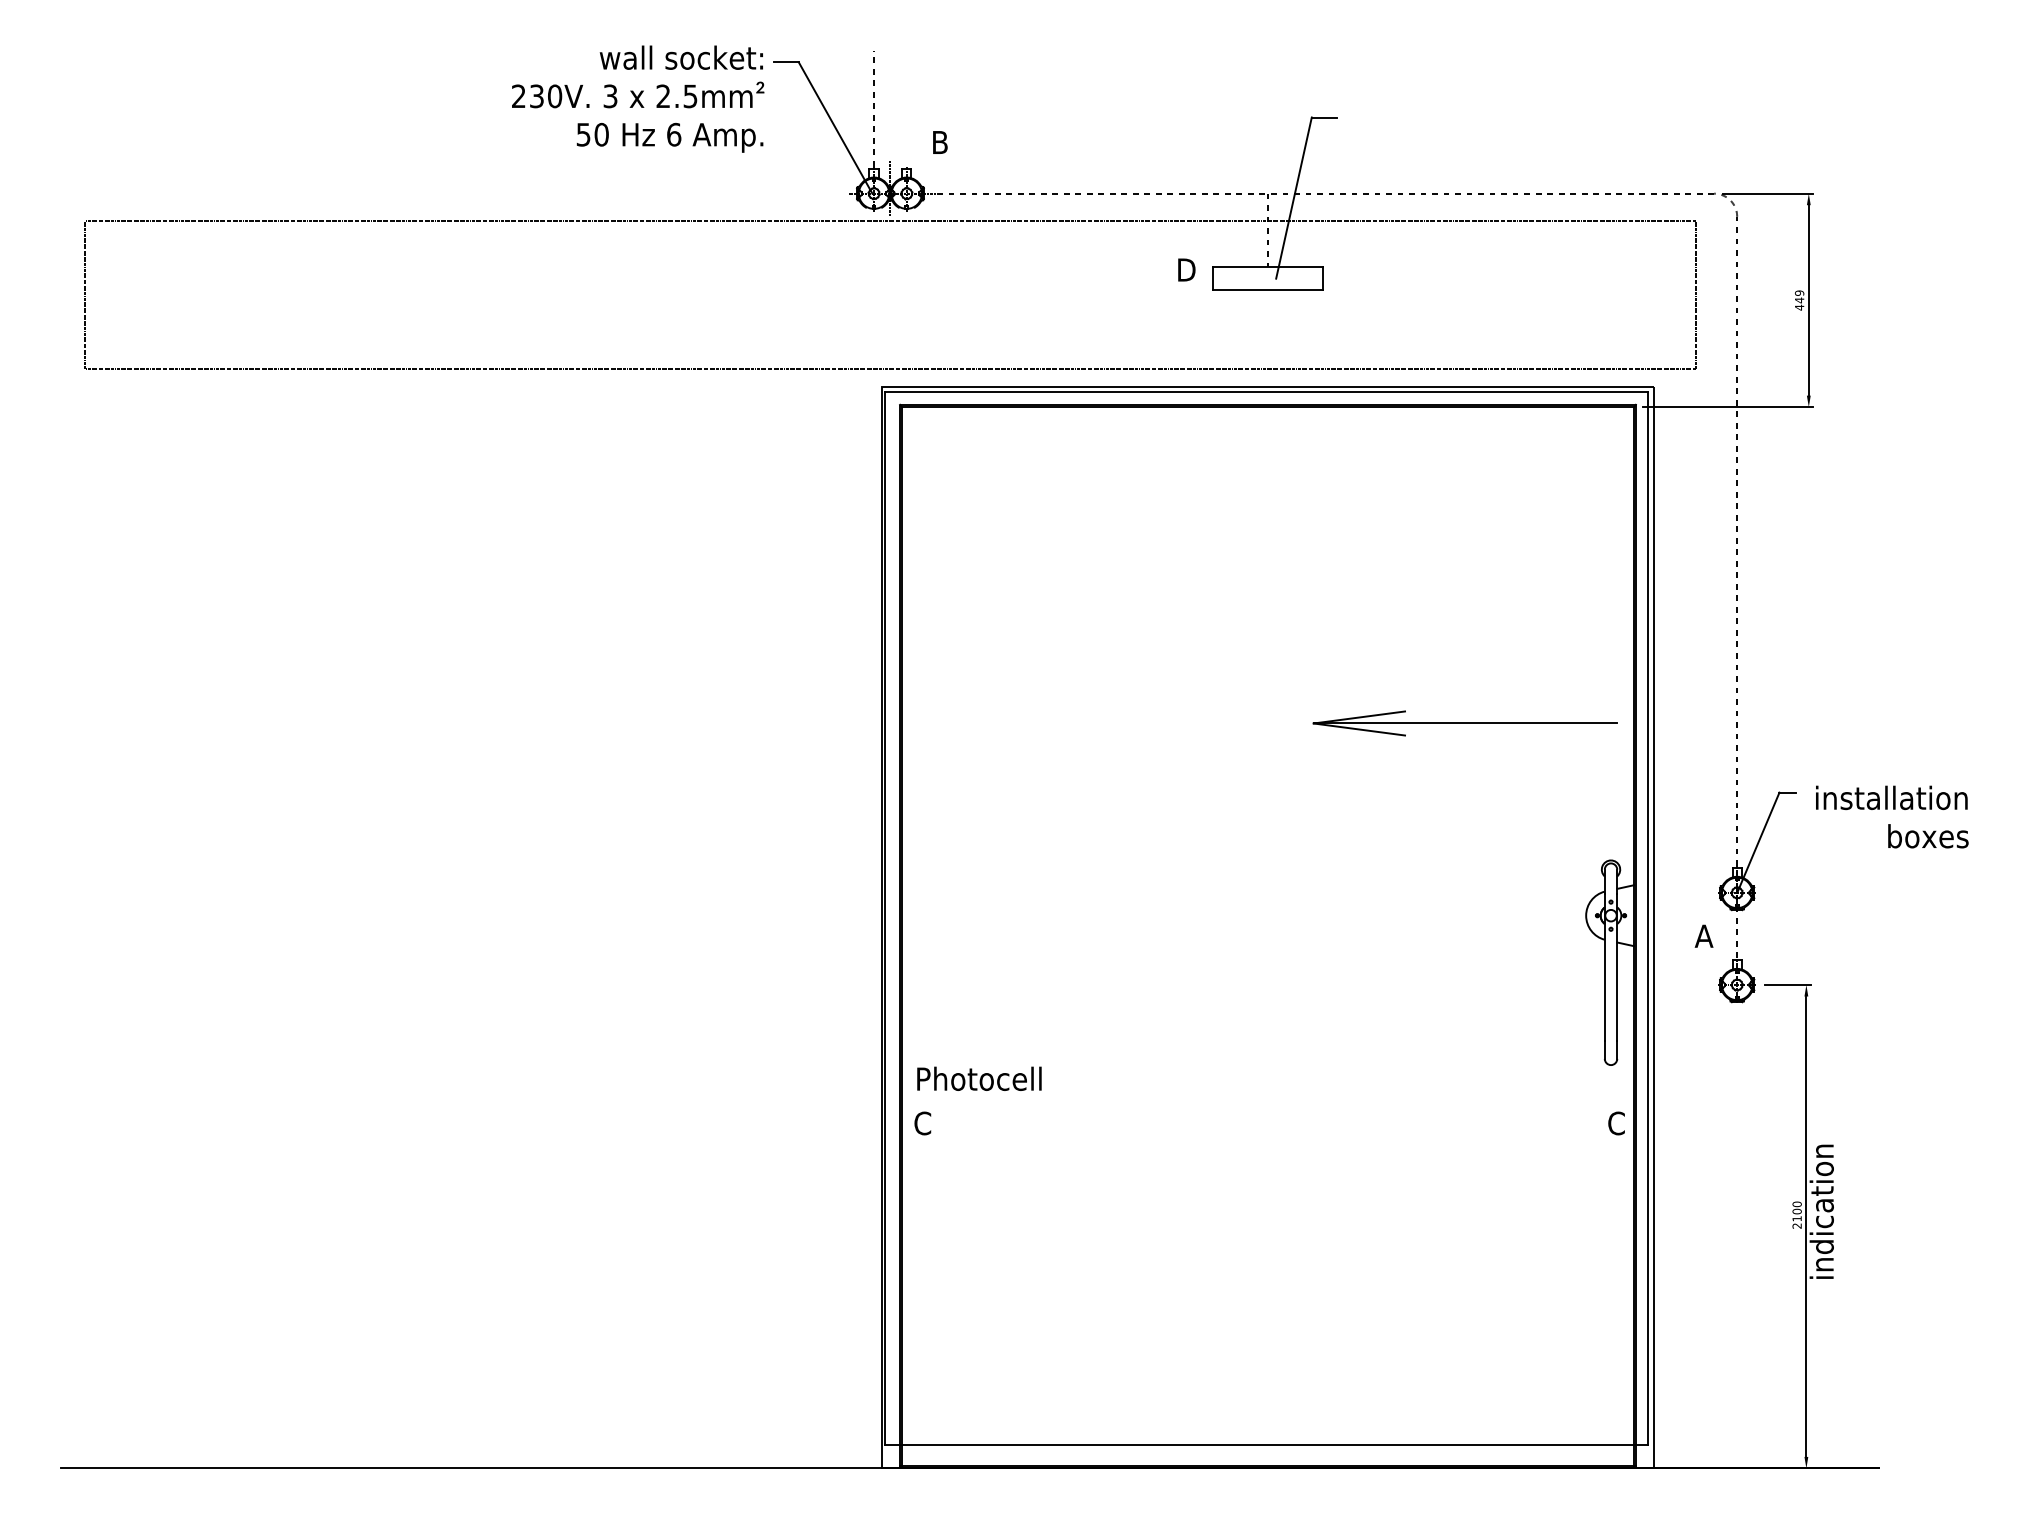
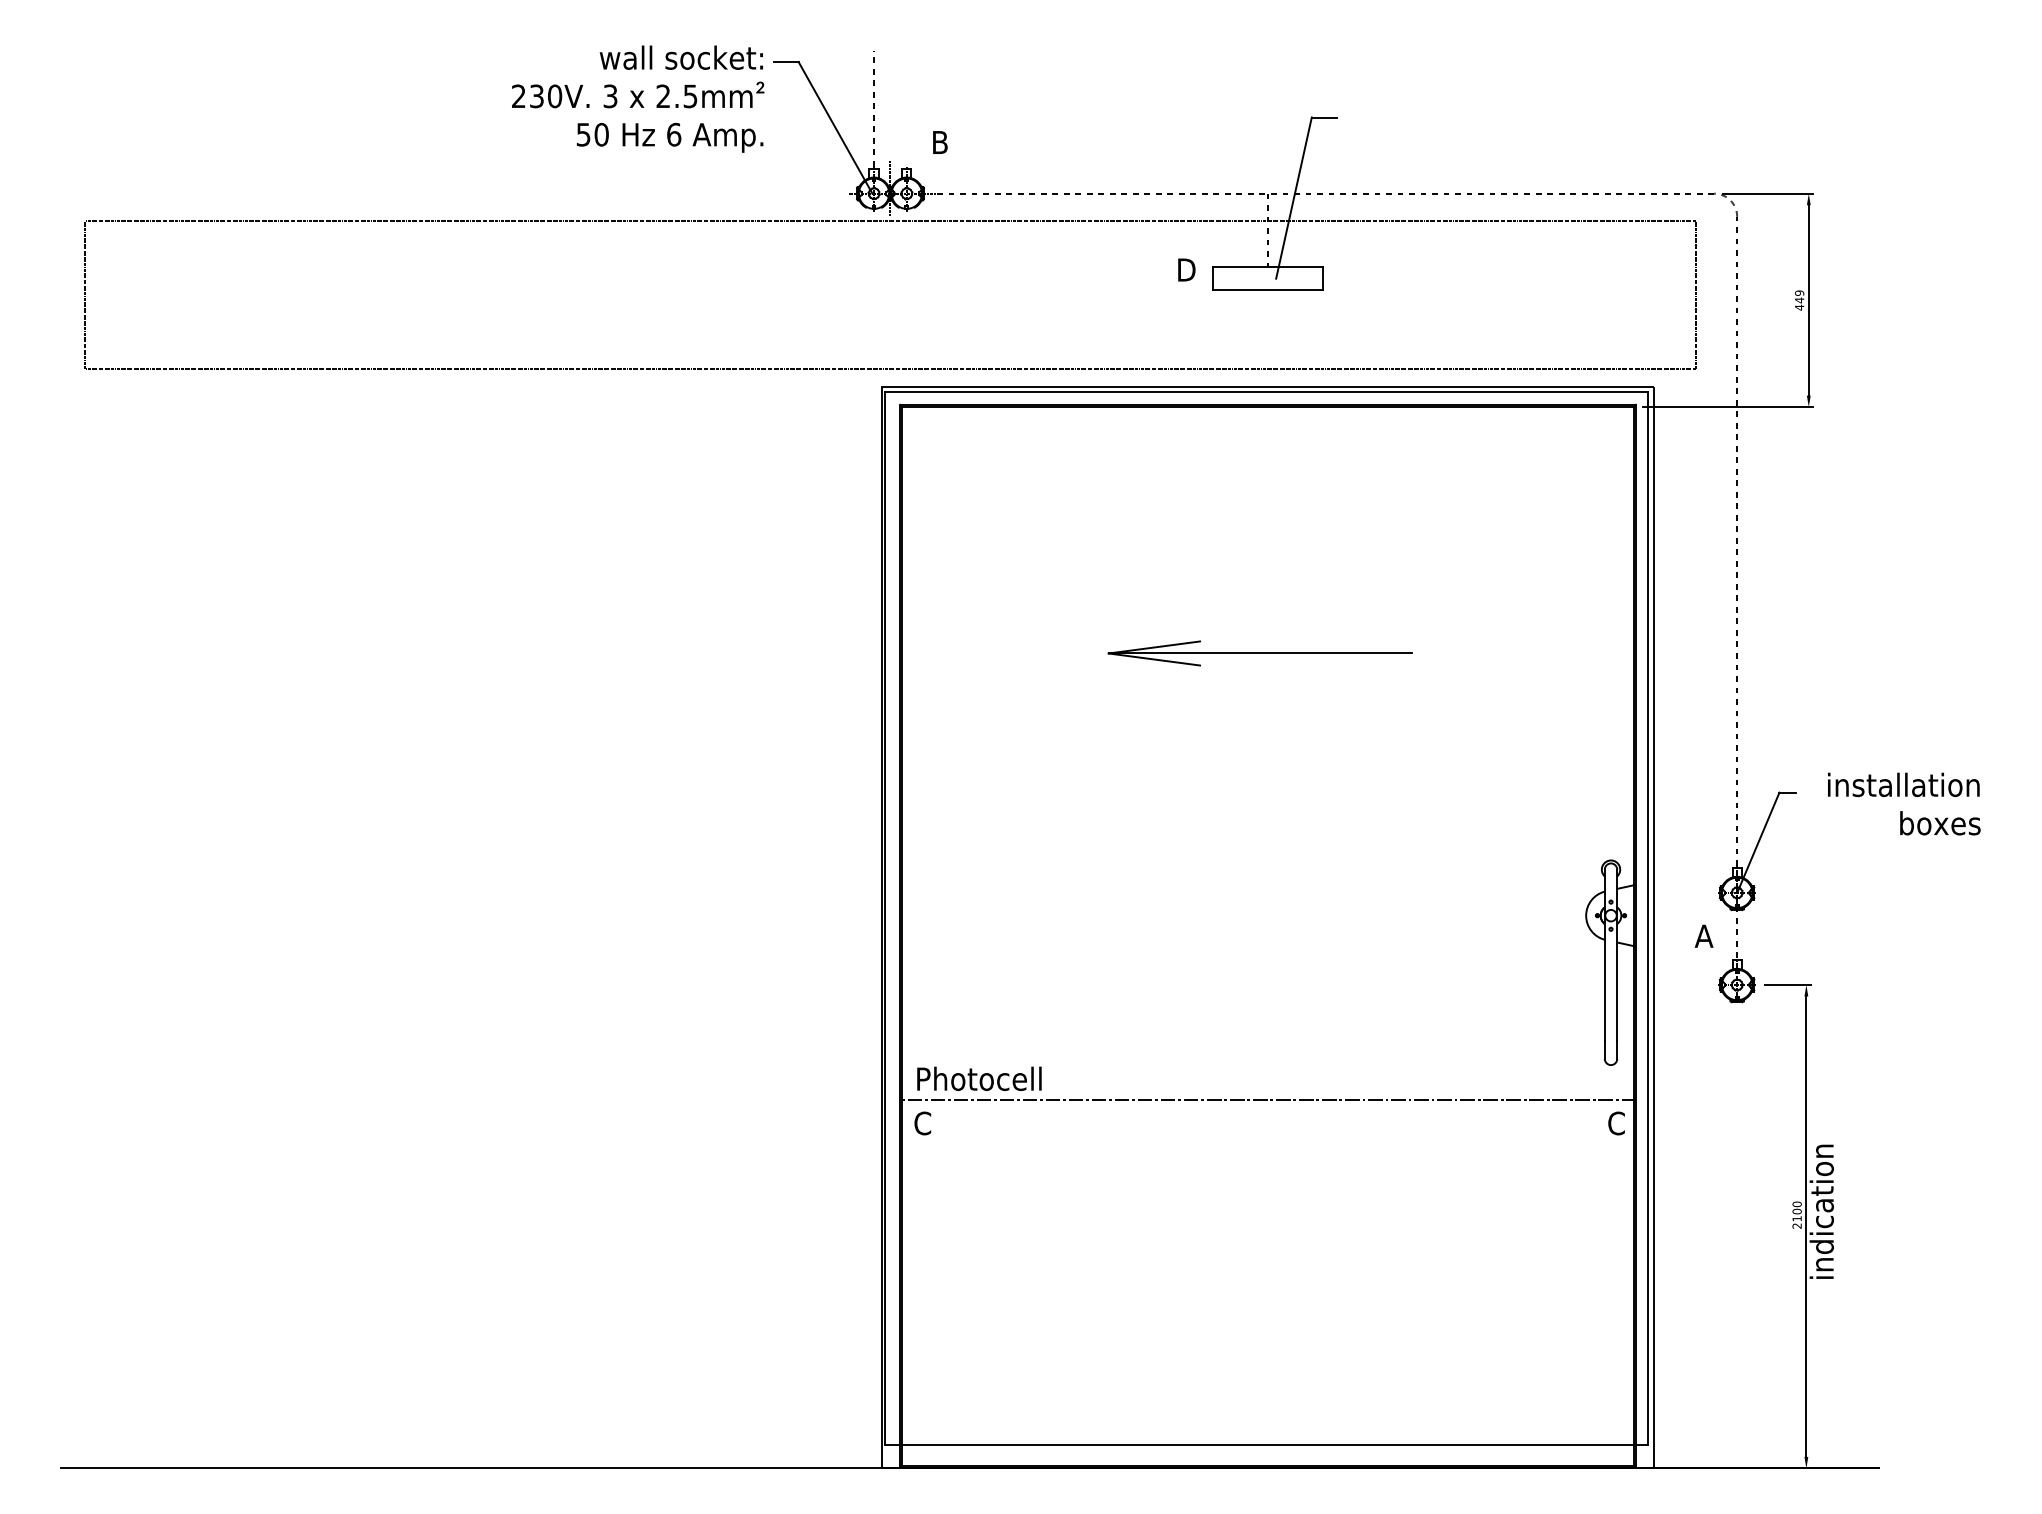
part at (1464, 723) position: (1464, 723) -> (1259, 653)
text at (1892, 816) position: (1892, 816) -> (1904, 803)
line at (1267, 1100): none -> present
